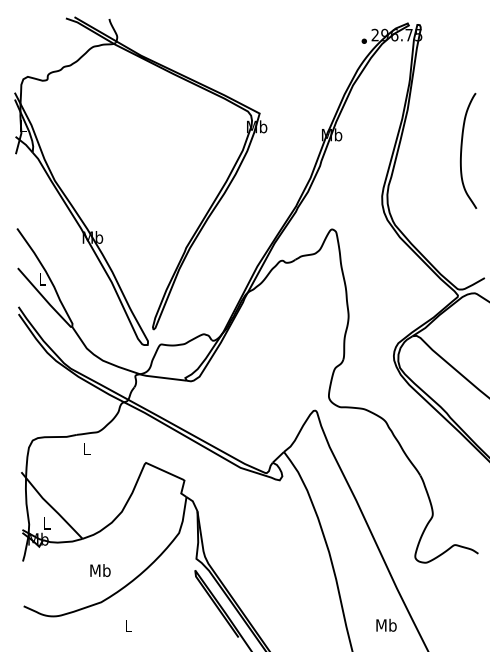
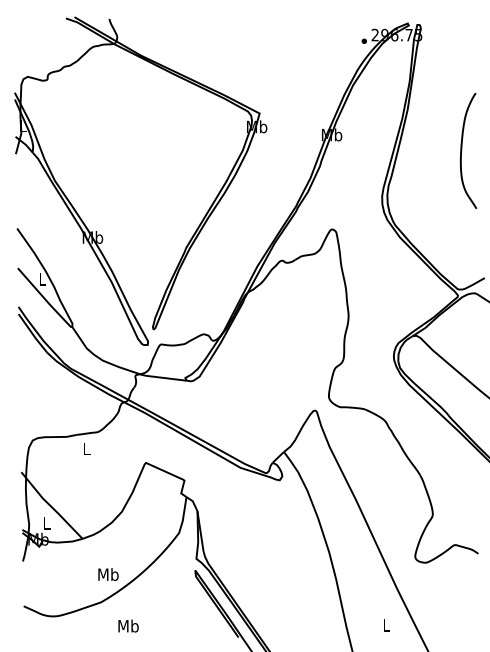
text at (100, 570) position: (100, 570) -> (108, 574)
text at (386, 624): Mb -> L
text at (128, 625): L -> Mb
